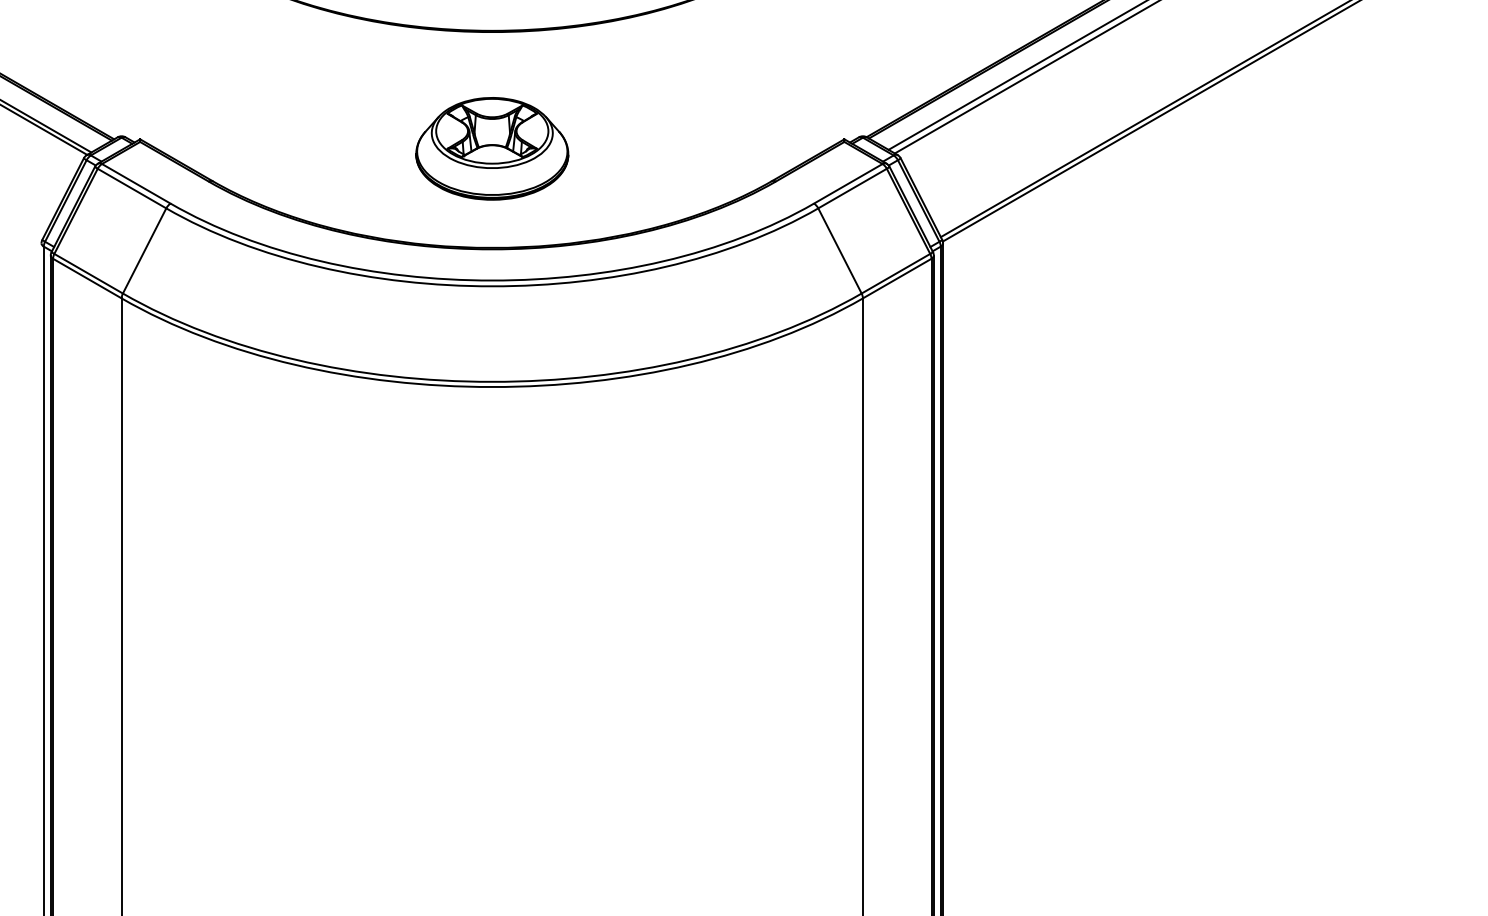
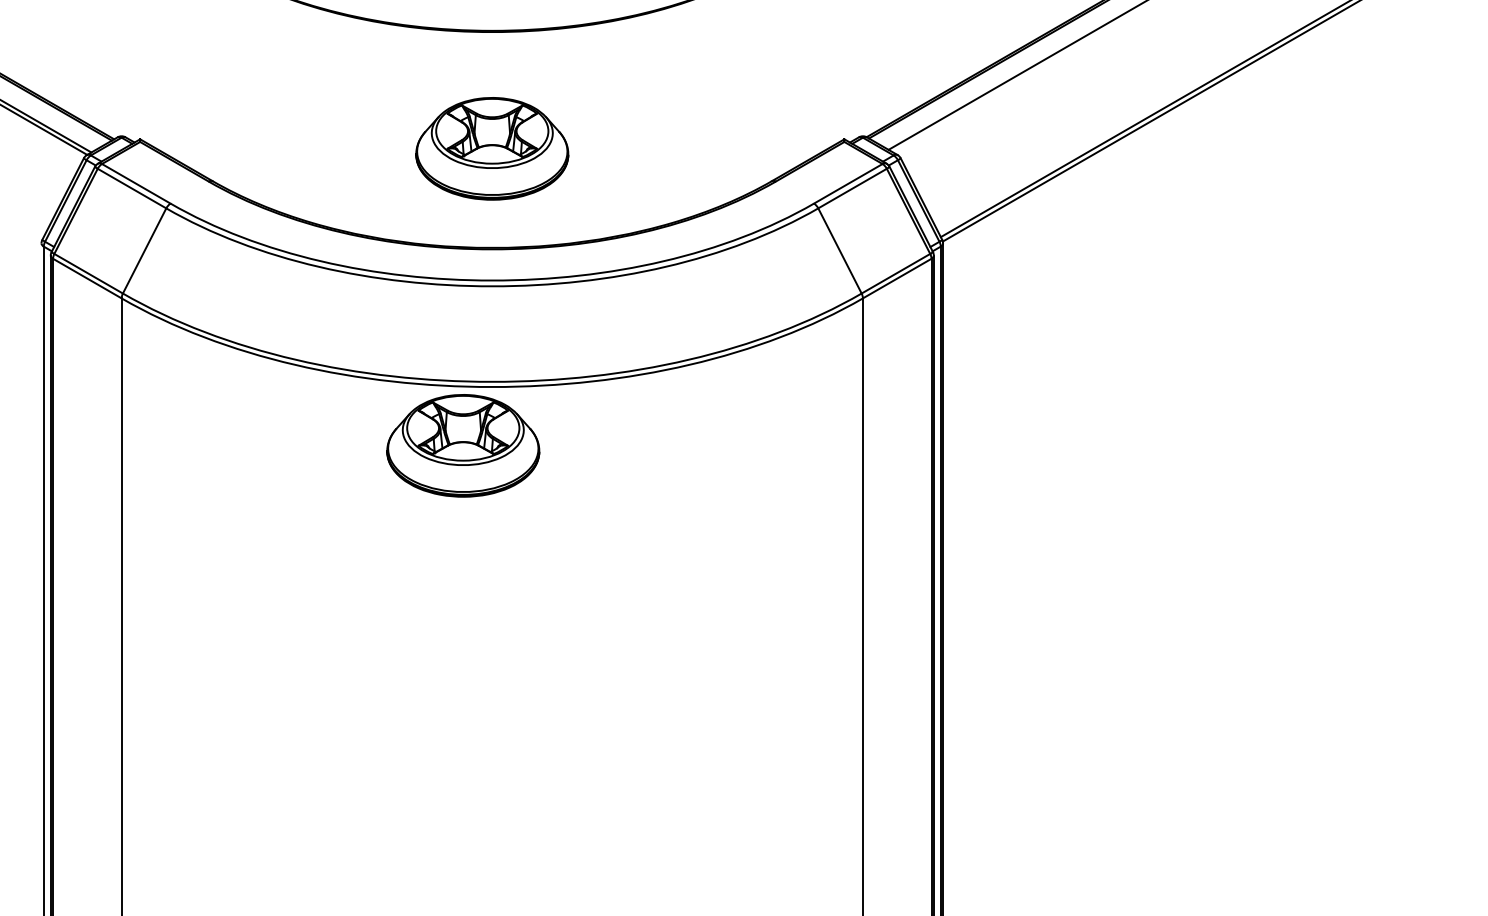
line at (1025, 77): present -> none
part at (463, 445): none -> present
